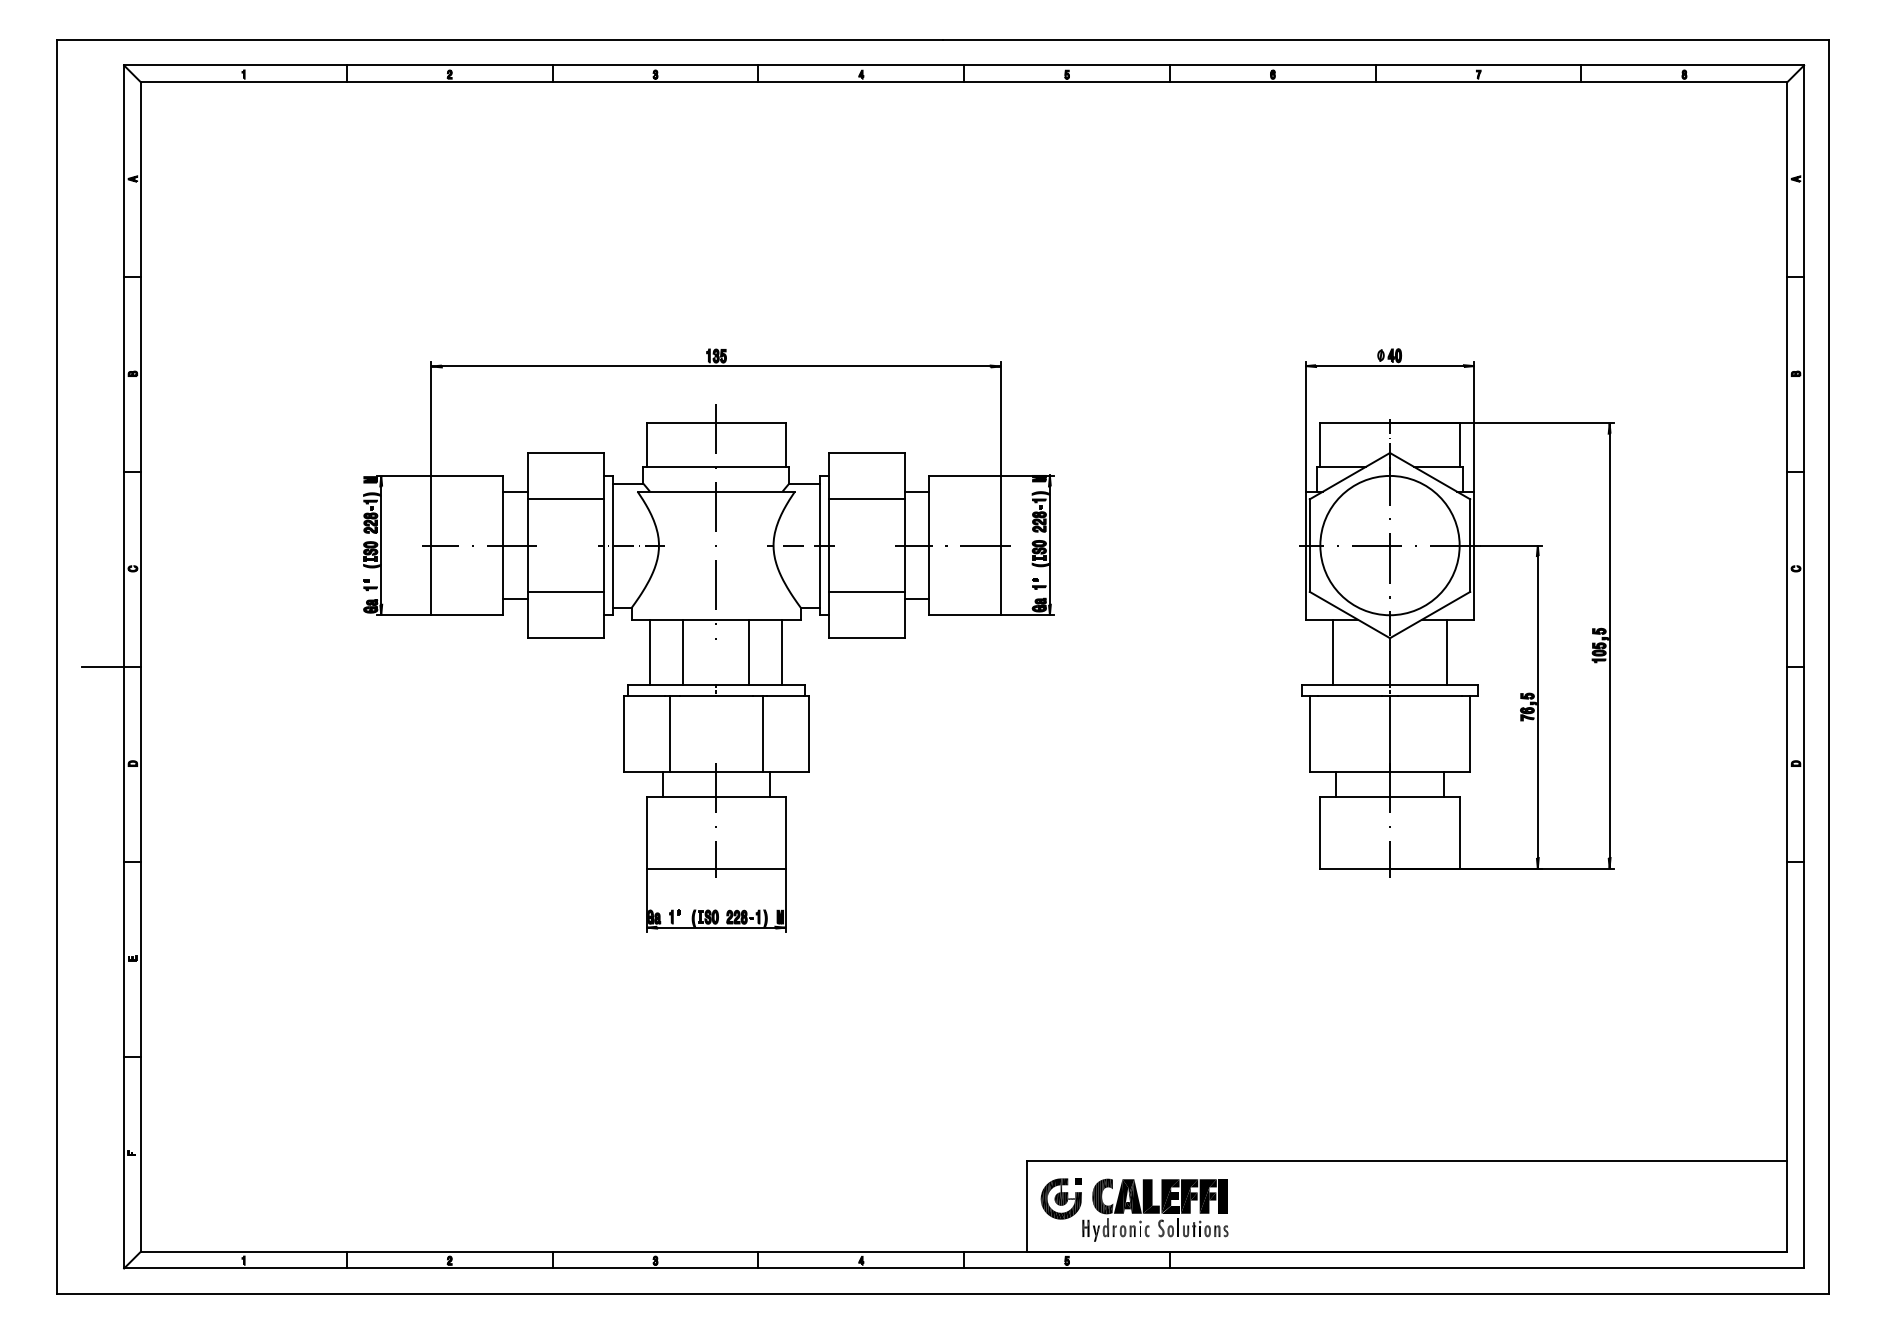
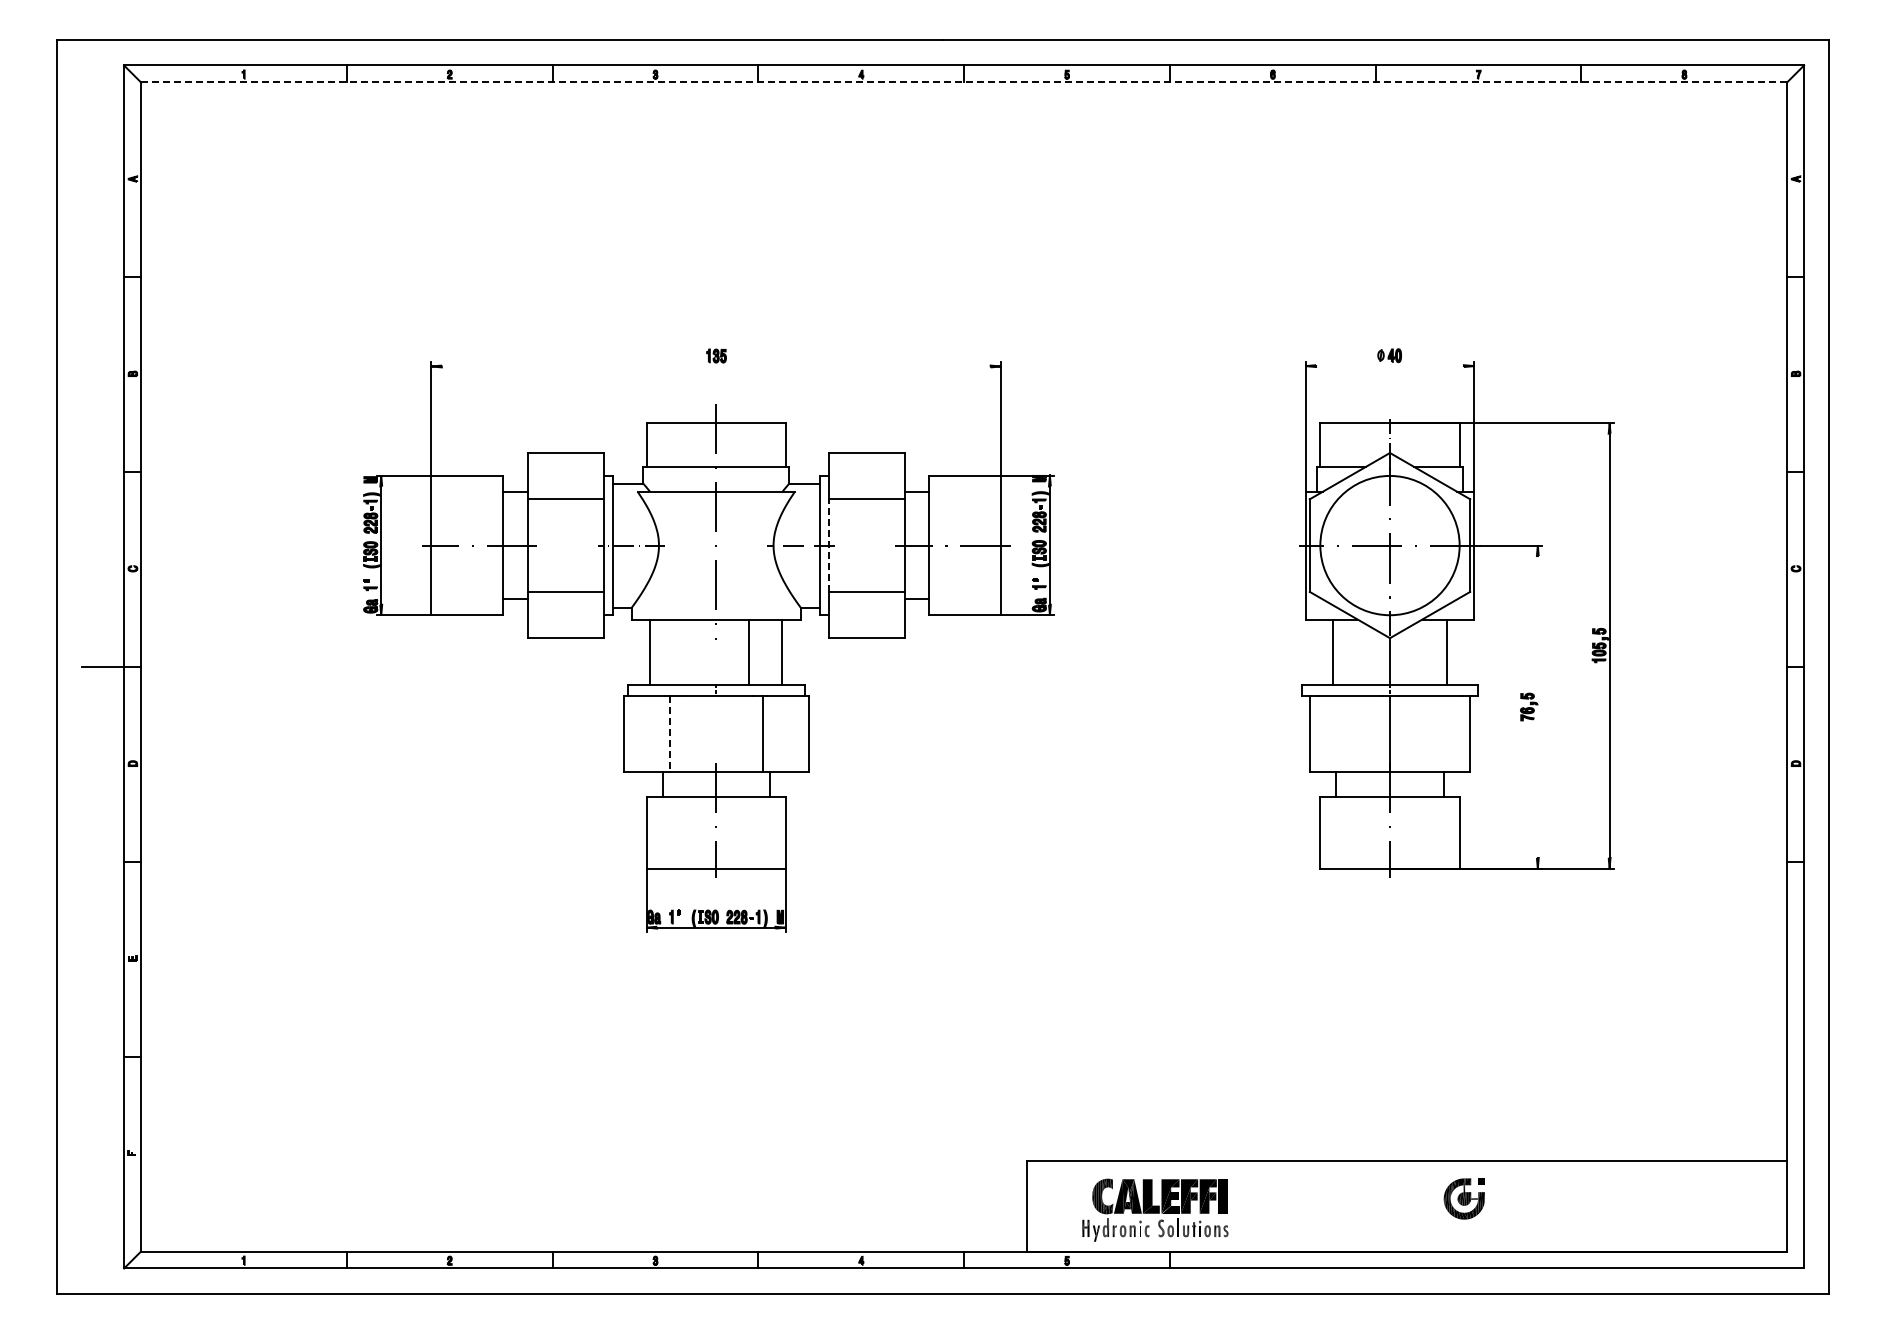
line at (963, 82): solid -> dashed
line at (715, 366): present -> none
line at (1389, 366): present -> none
line at (828, 545): solid -> dashed
line at (683, 651): present -> none
line at (1537, 707): present -> none
line at (669, 734): solid -> dashed
part at (1060, 1198) position: (1060, 1198) -> (1463, 1198)
